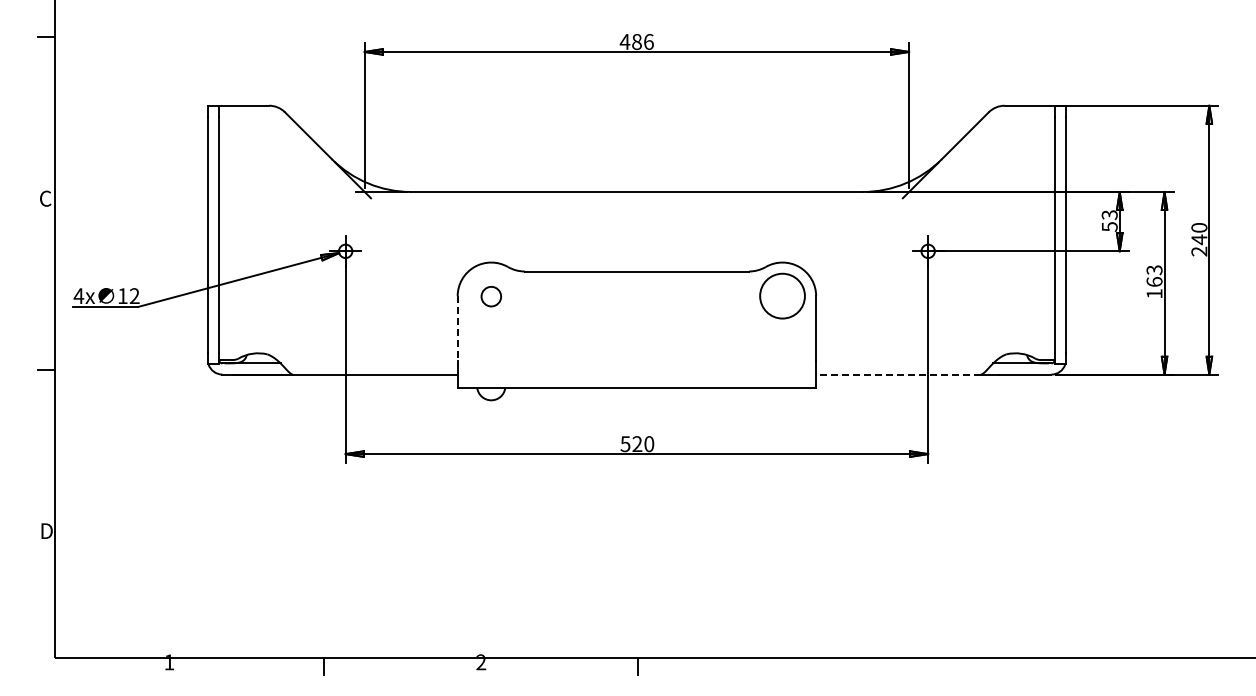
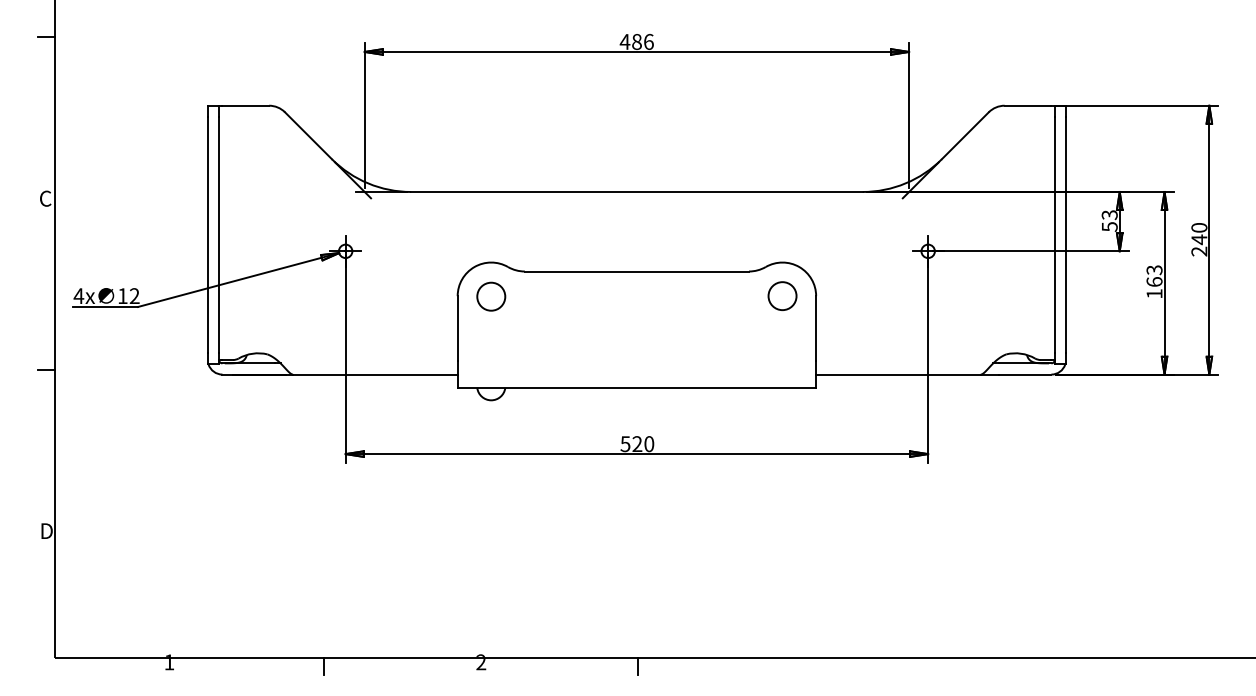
circle at (782, 295) diameter: 45 px -> 28 px
circle at (490, 296) size: 22x22 px -> 31x31 px
line at (457, 329): dashed -> solid
line at (897, 374): dashed -> solid
